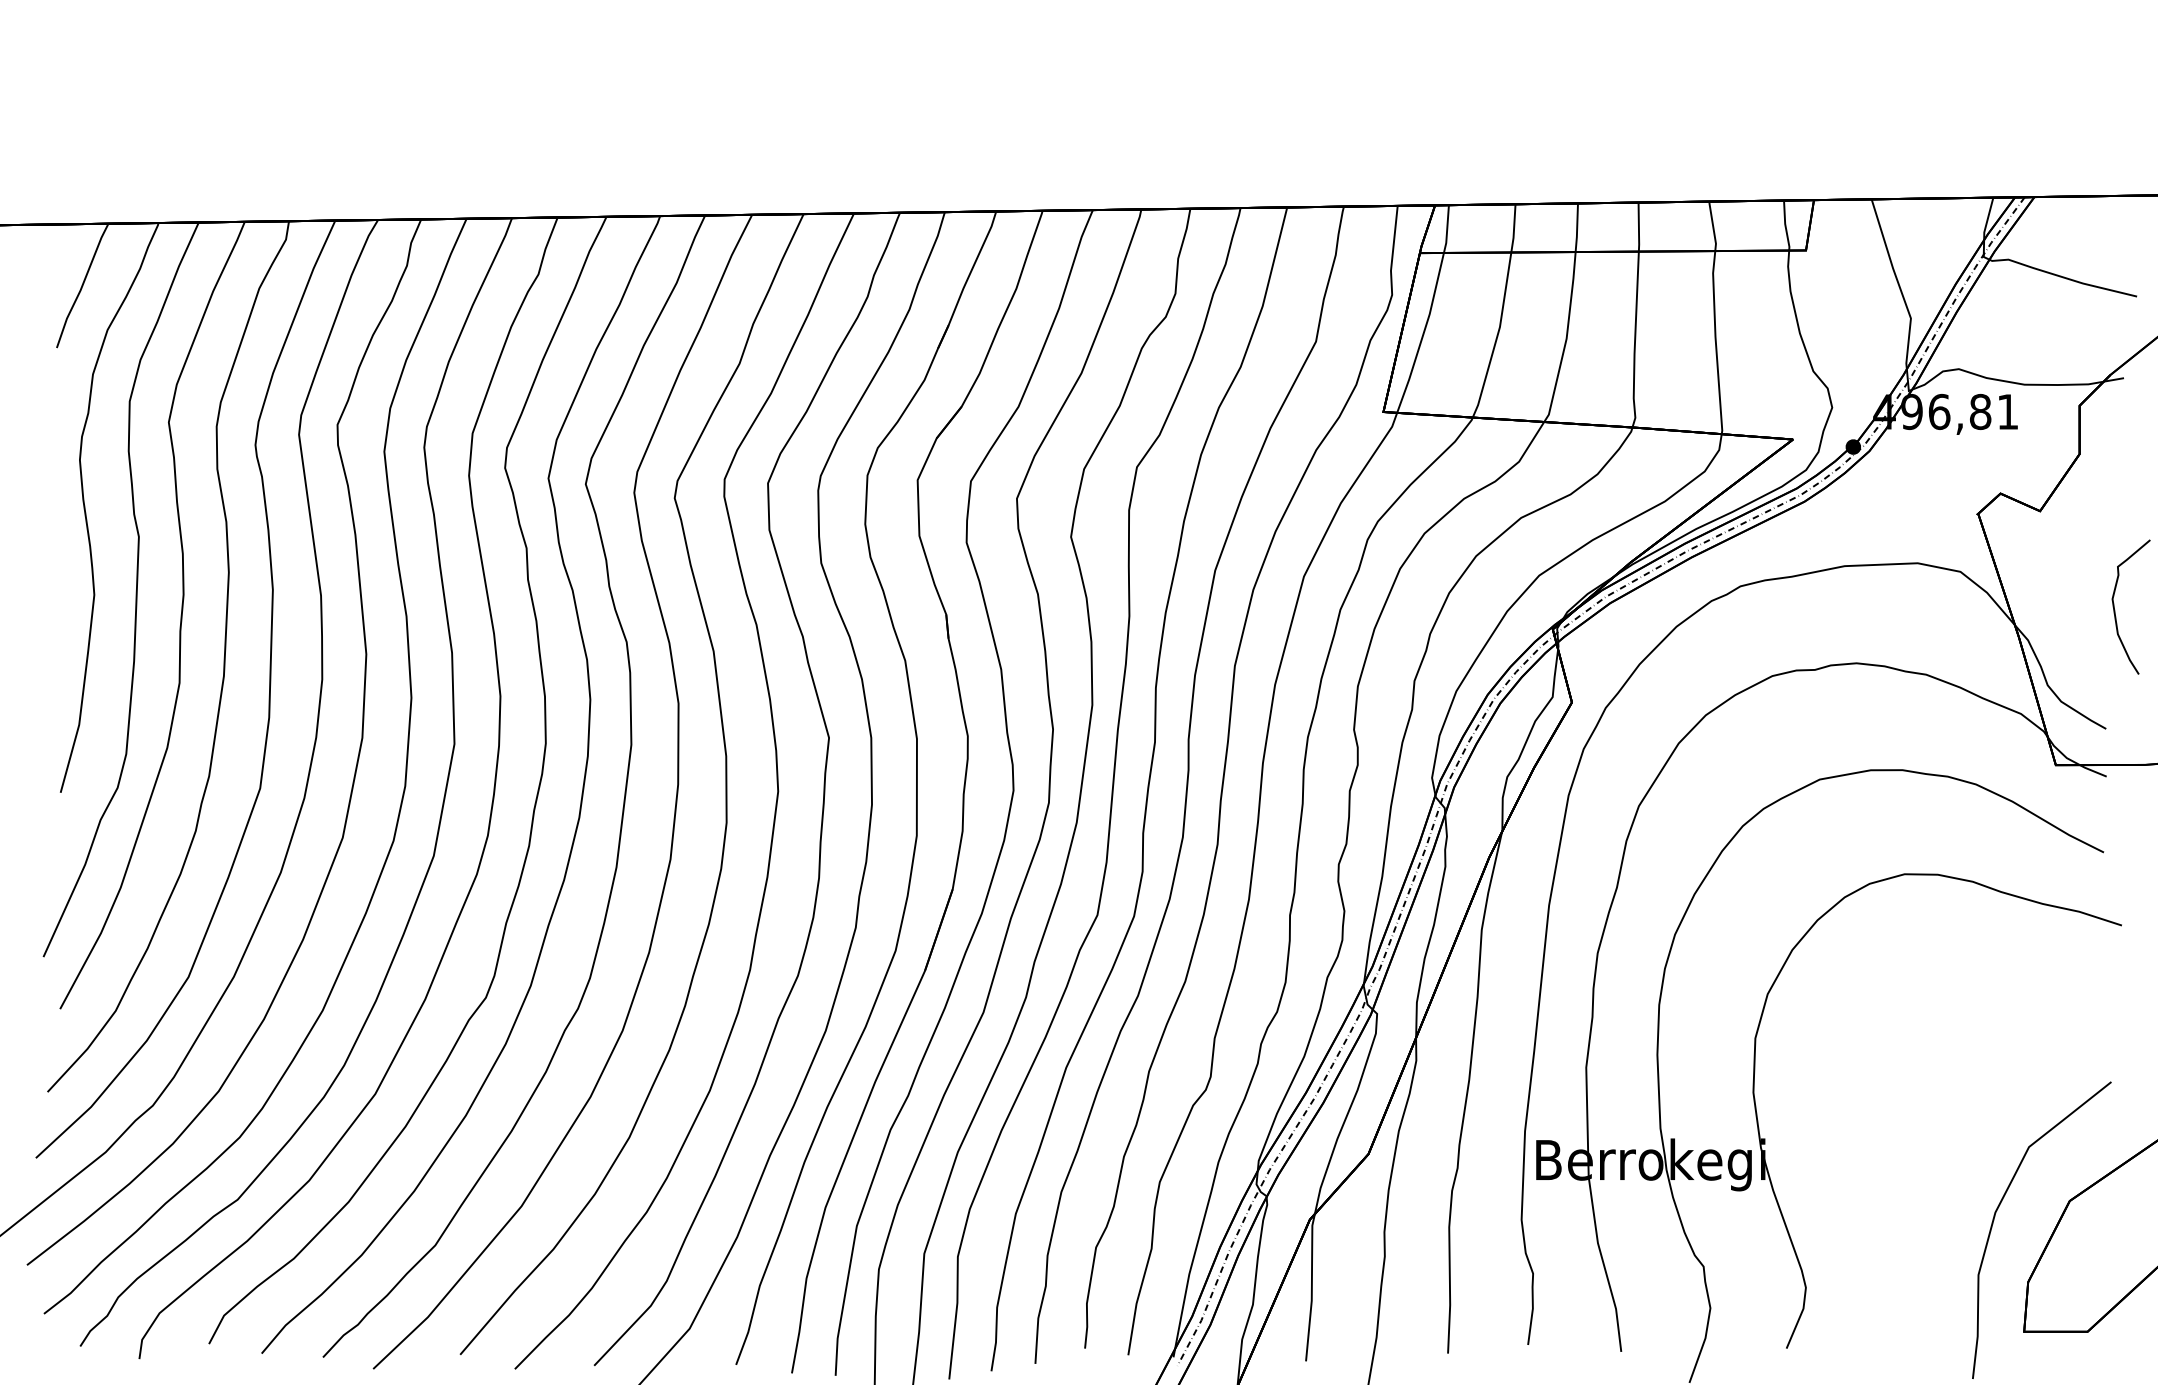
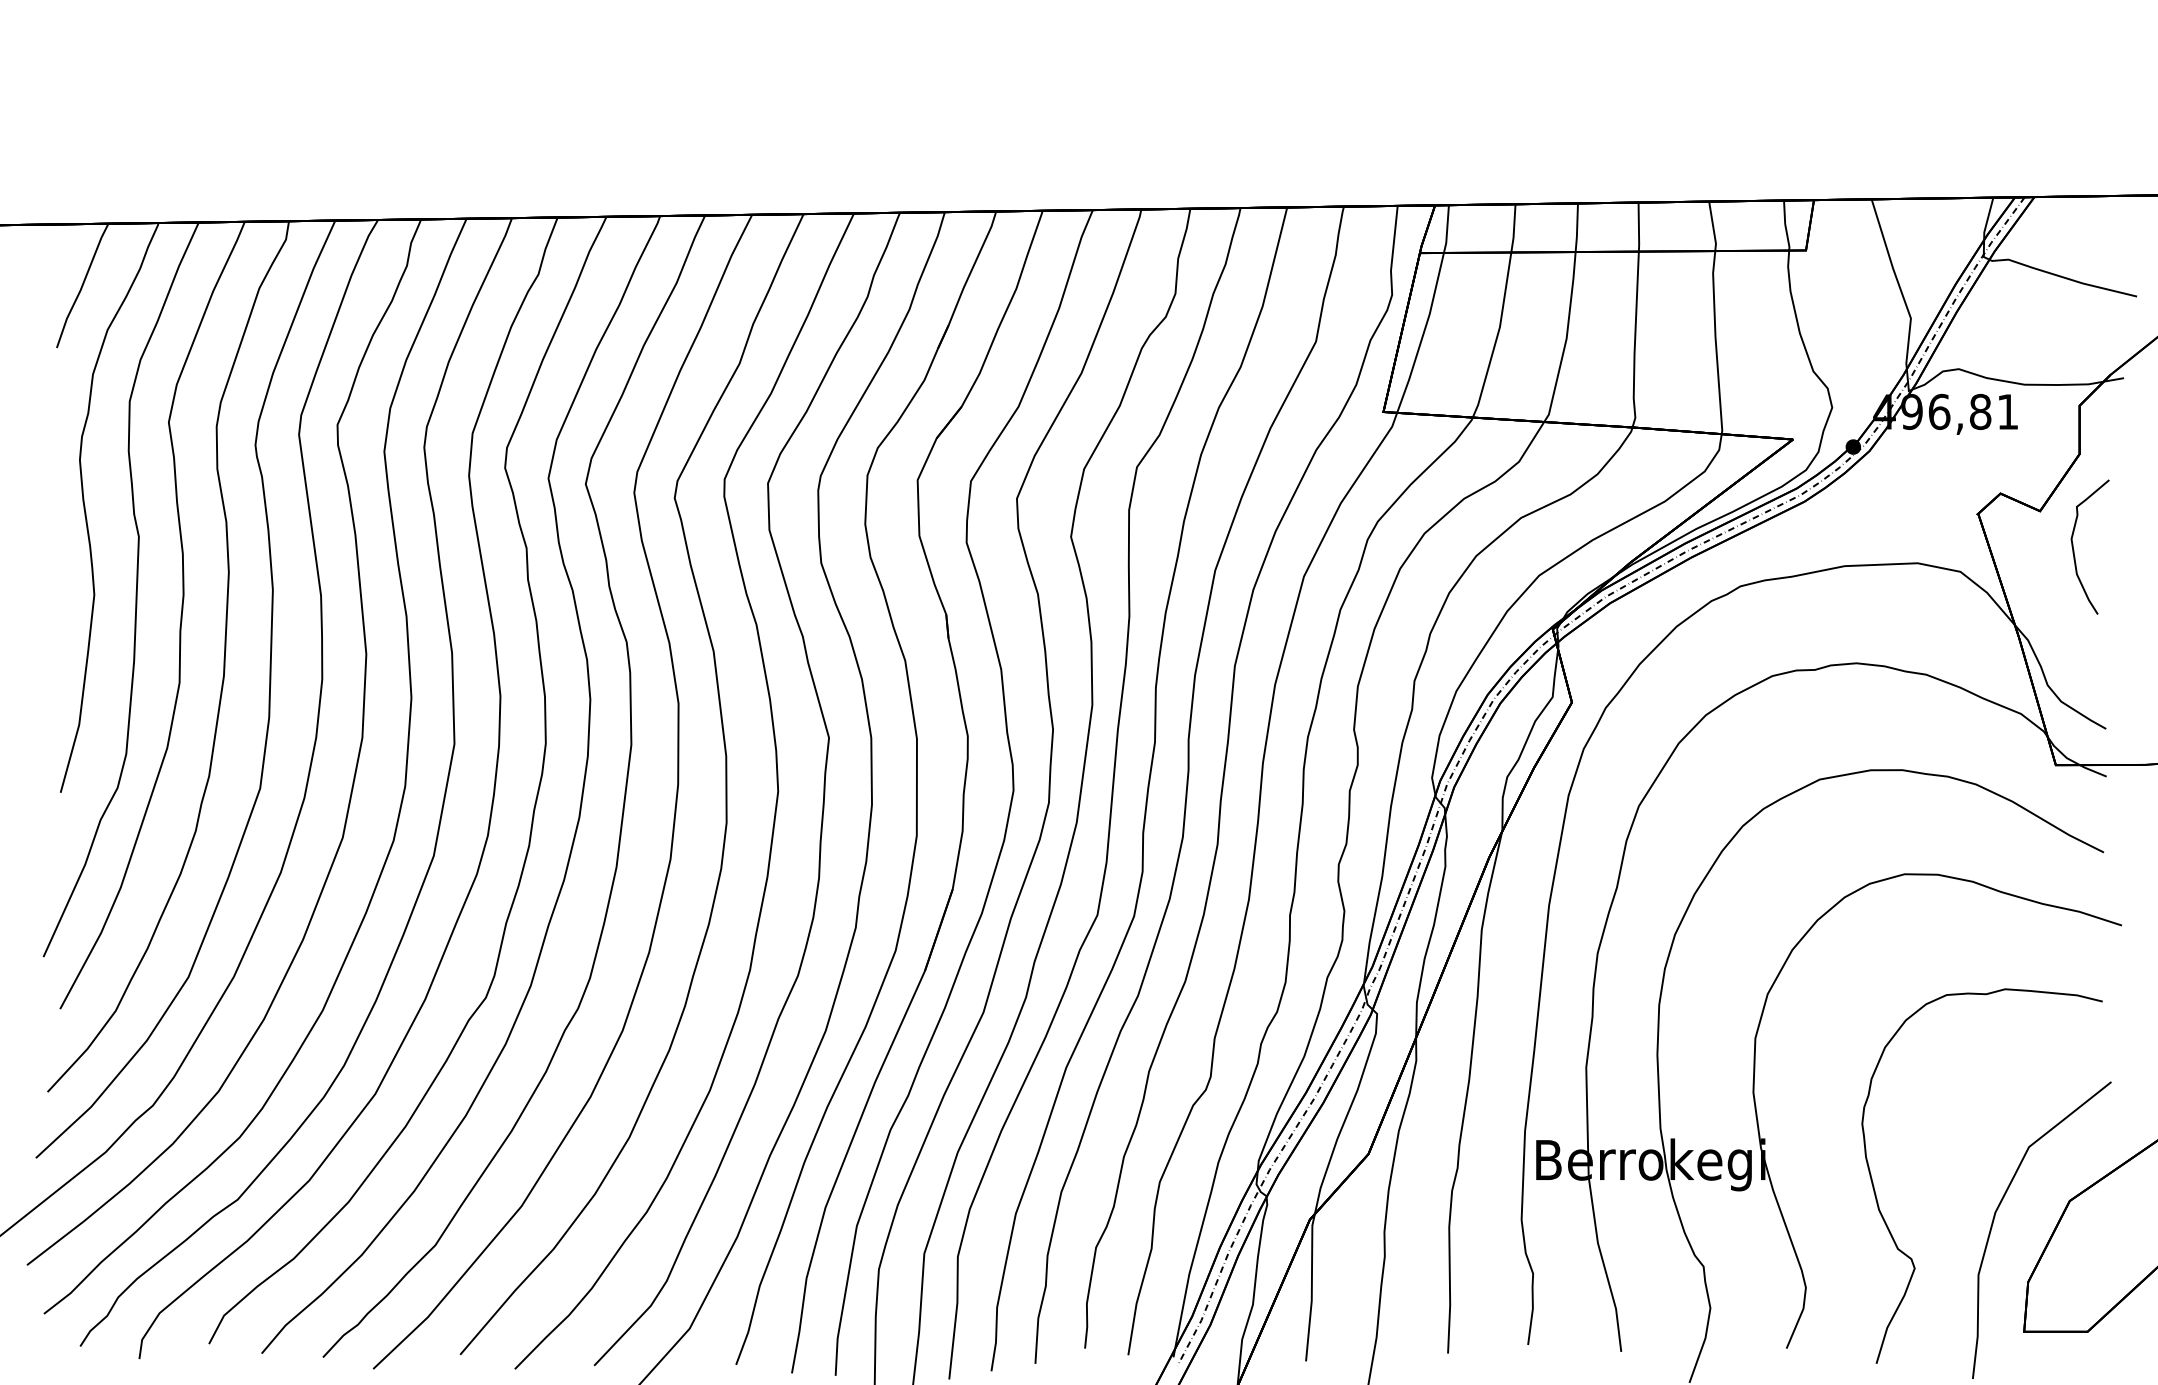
curve at (2115, 610) position: (2115, 610) -> (2074, 550)
curve at (1886, 1222): none -> present
